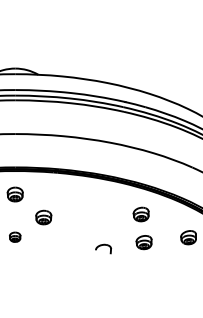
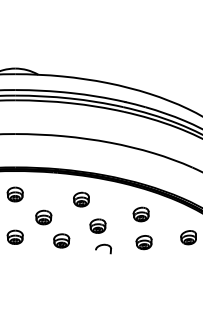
part at (81, 199): none -> present
part at (97, 225): none -> present
part at (15, 236) size: 13x12 px -> 18x16 px
part at (61, 240): none -> present
